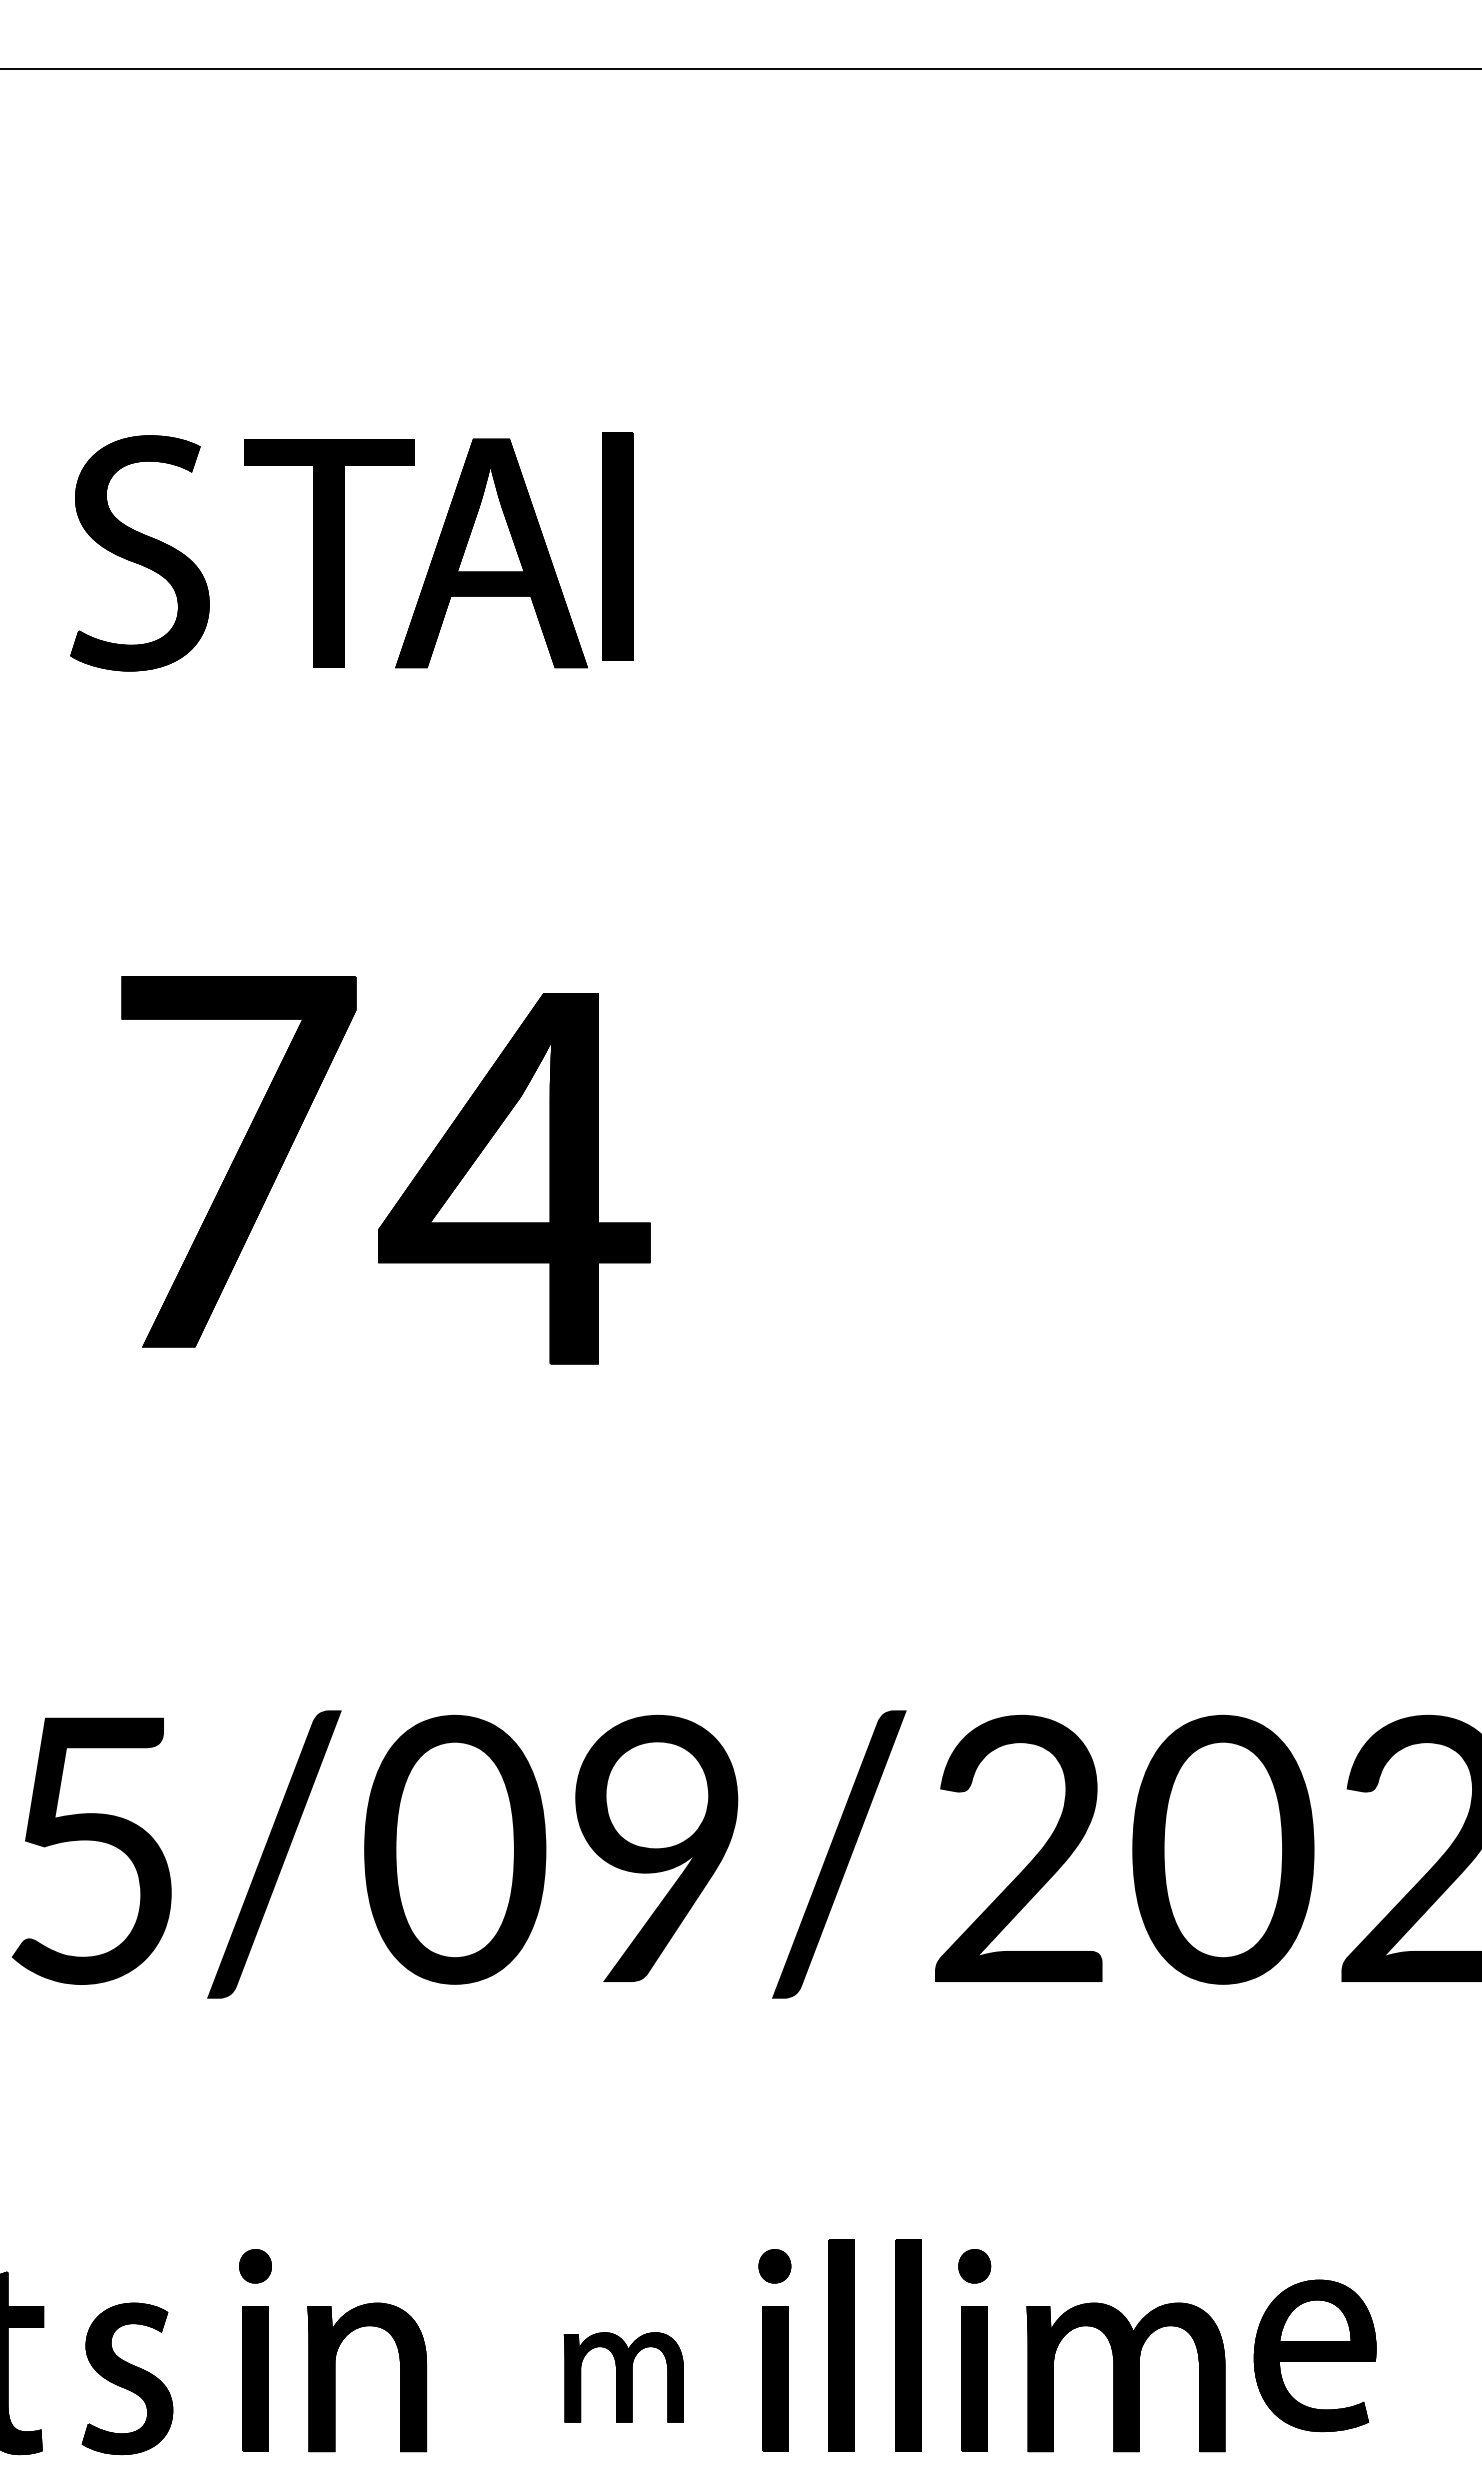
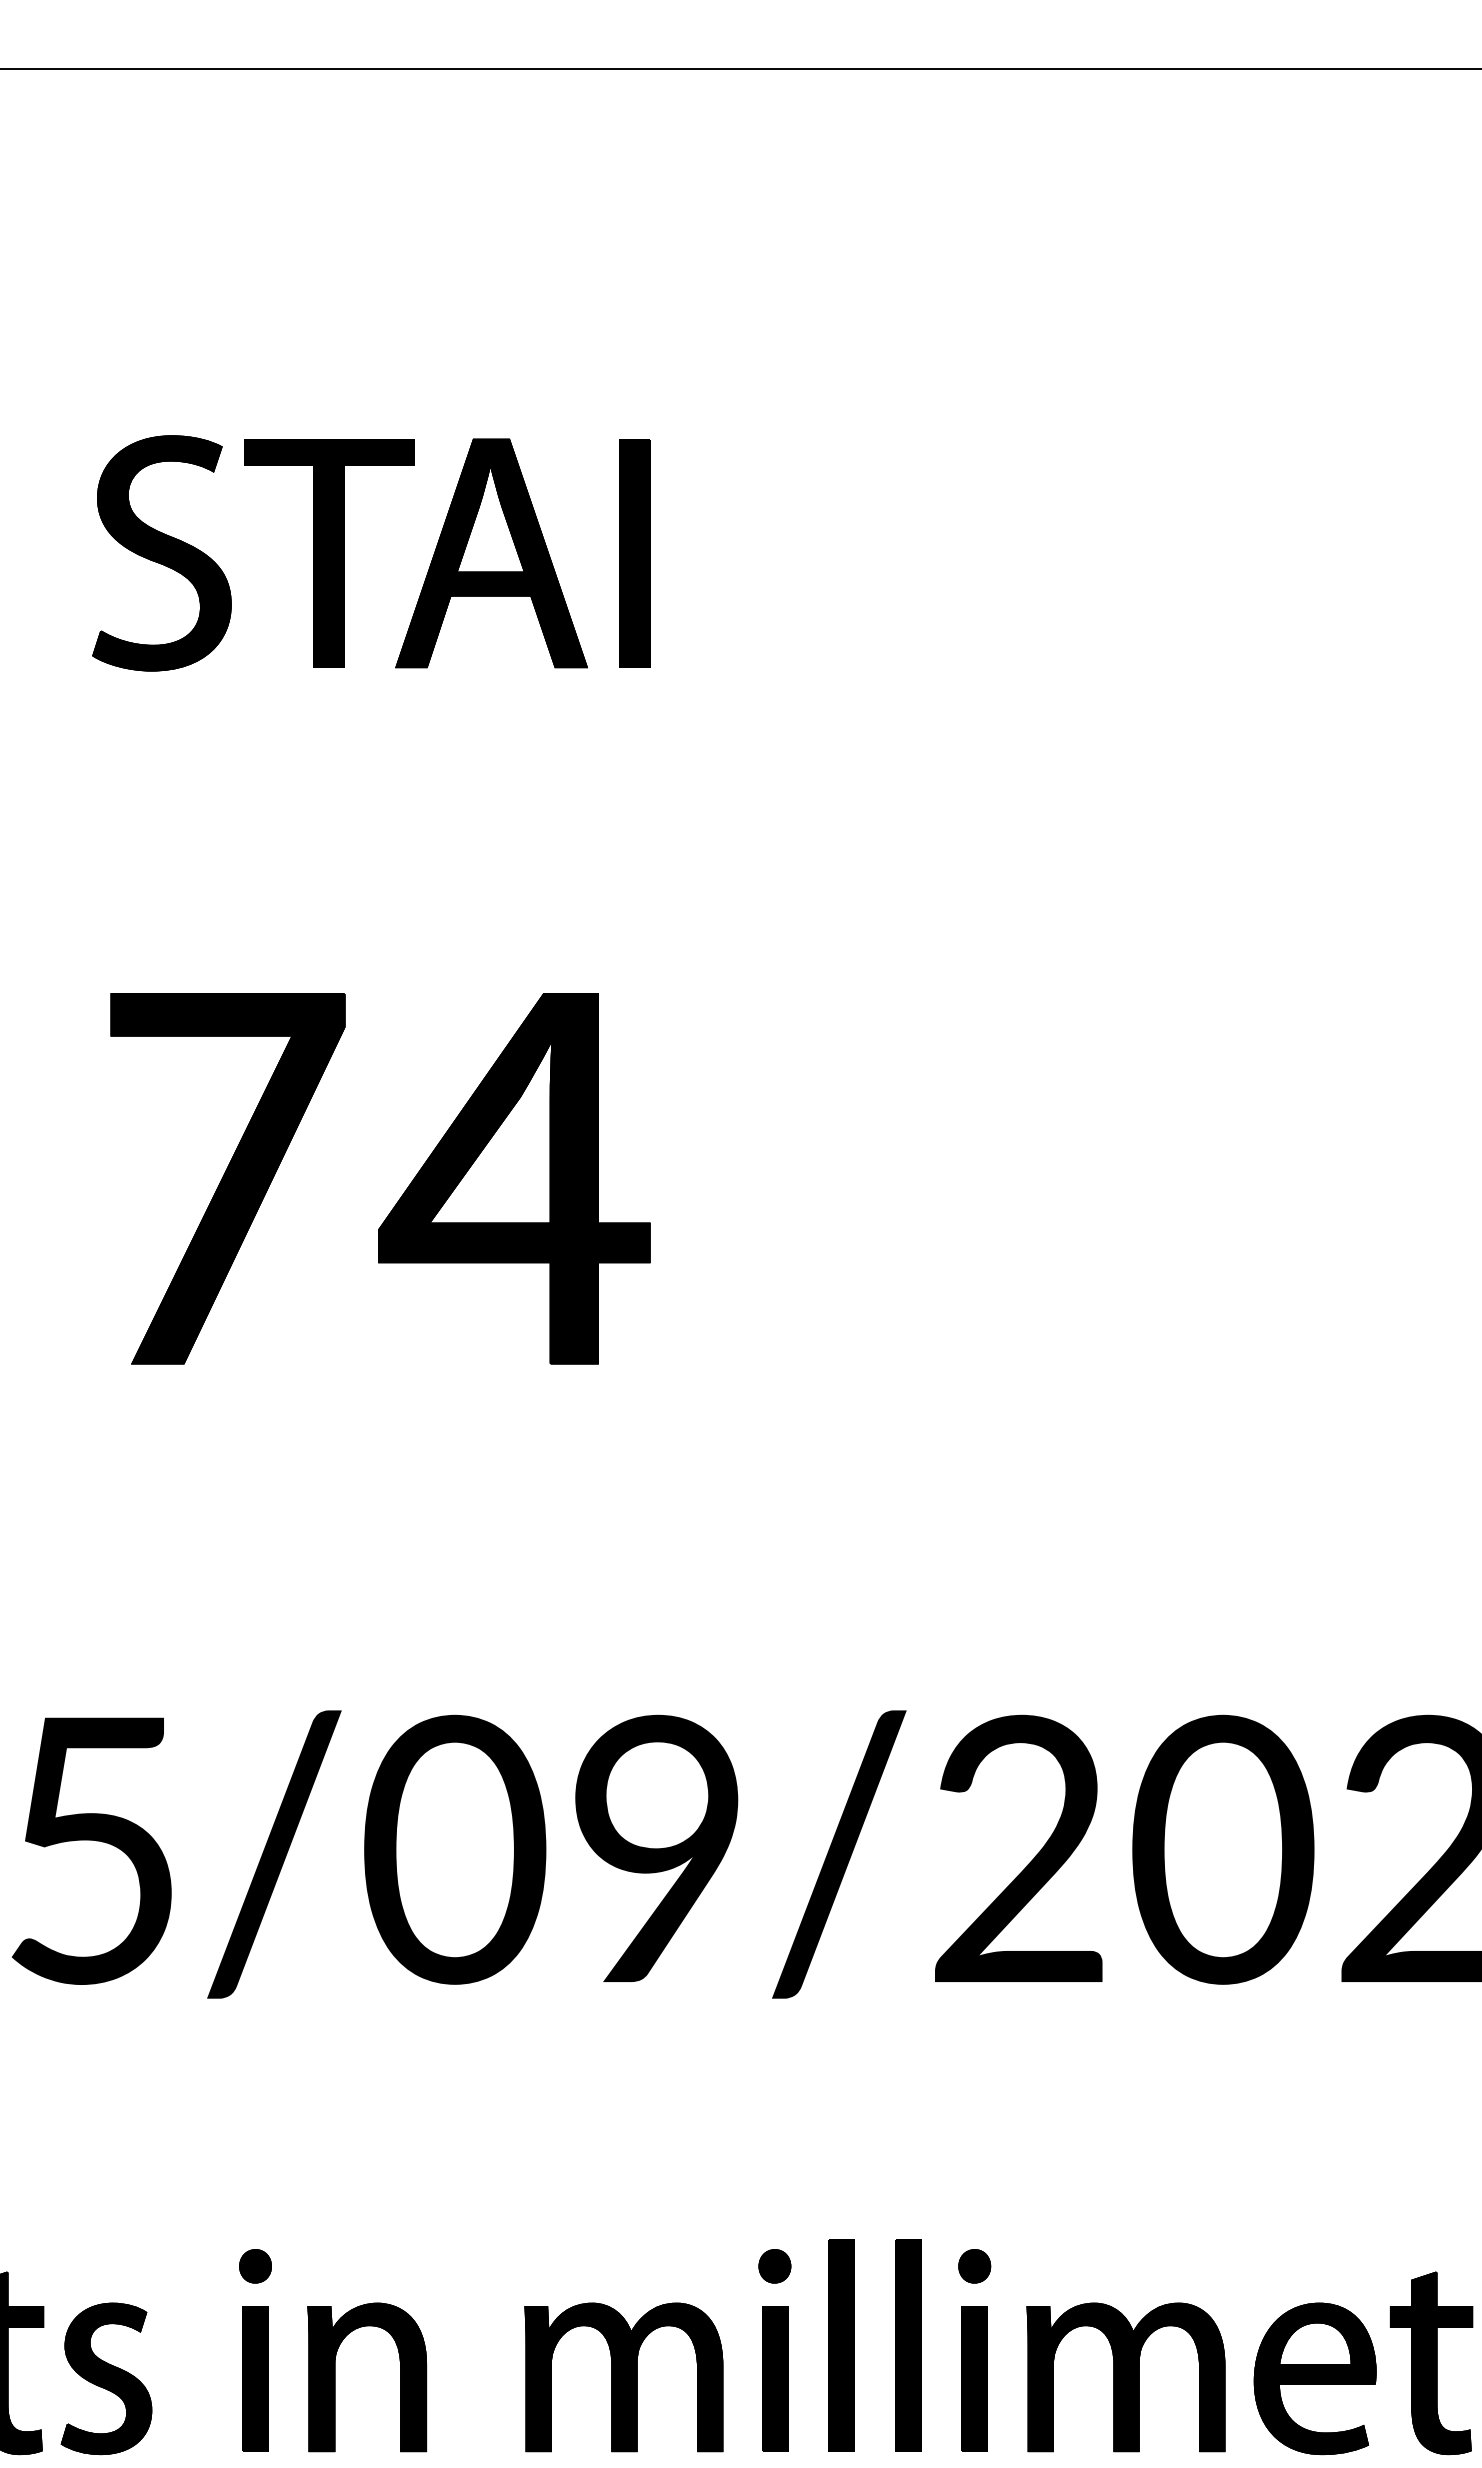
part at (617, 546) position: (617, 546) -> (634, 553)
part at (139, 553) position: (139, 553) -> (161, 553)
part at (238, 1161) position: (238, 1161) -> (227, 1178)
part at (1314, 2355) position: (1314, 2355) -> (1314, 2378)
part at (1431, 2363): none -> present
part at (623, 2377) size: 121x91 px -> 200x151 px
part at (127, 2378) position: (127, 2378) -> (106, 2378)
